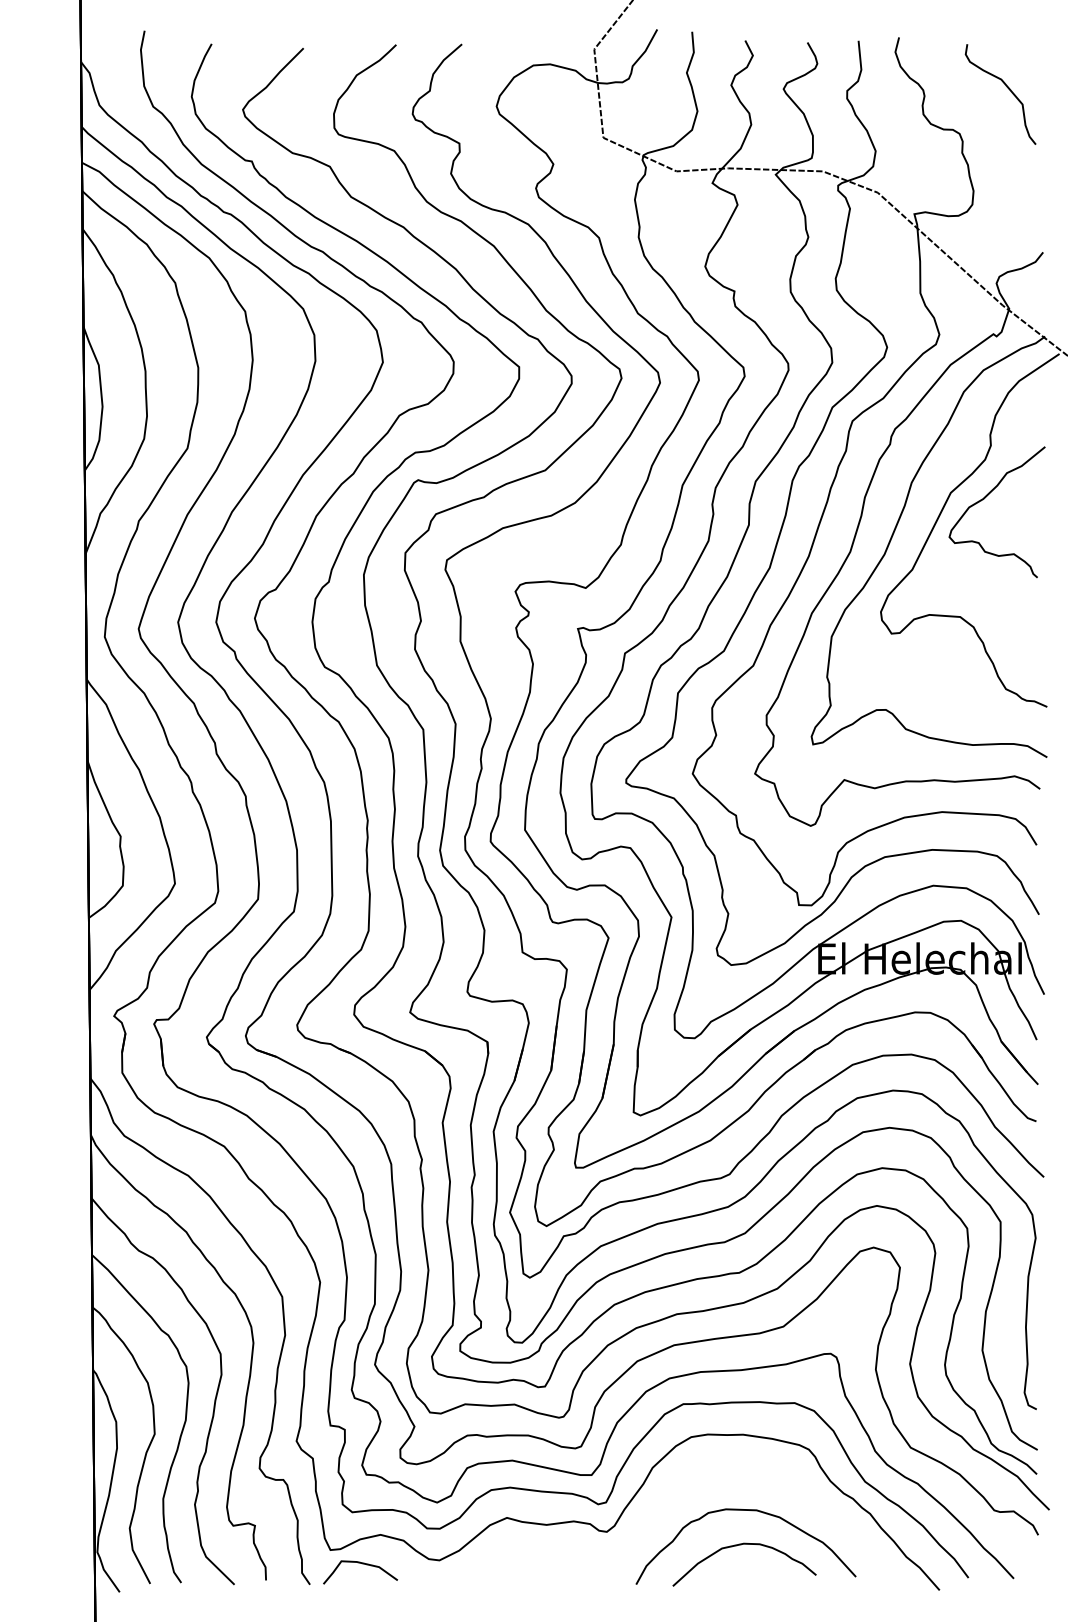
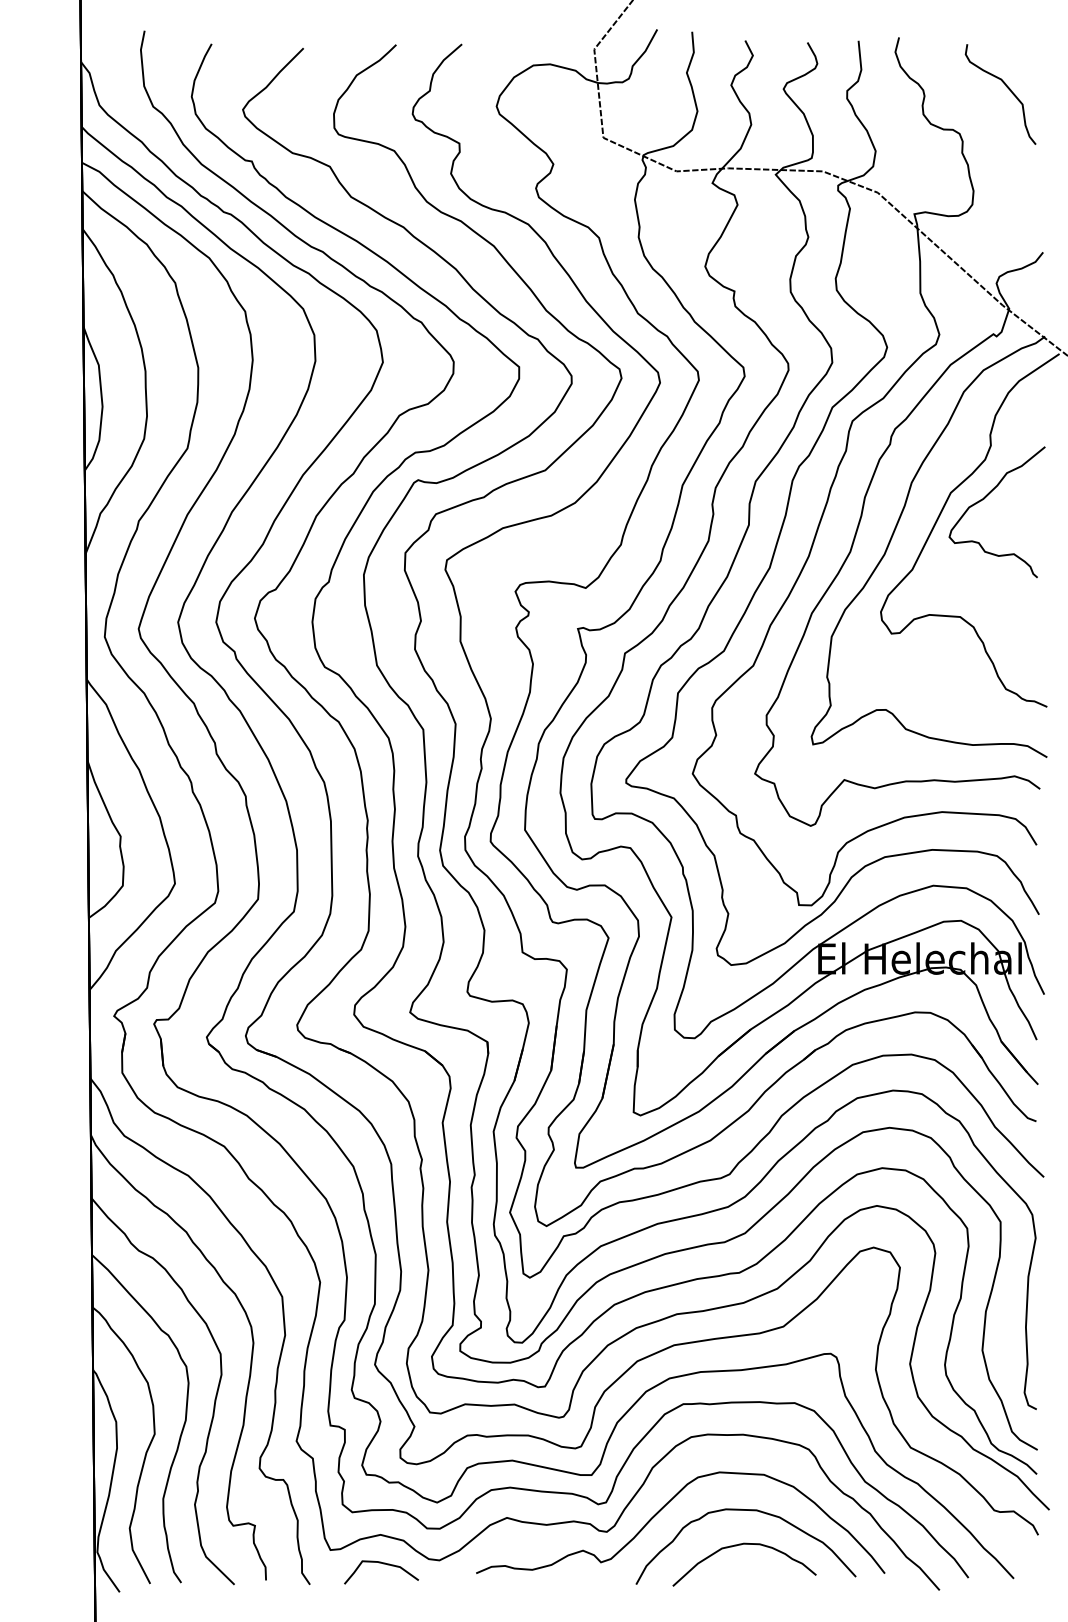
curve at (665, 1506): none -> present
curve at (362, 1564) position: (362, 1564) -> (383, 1564)
